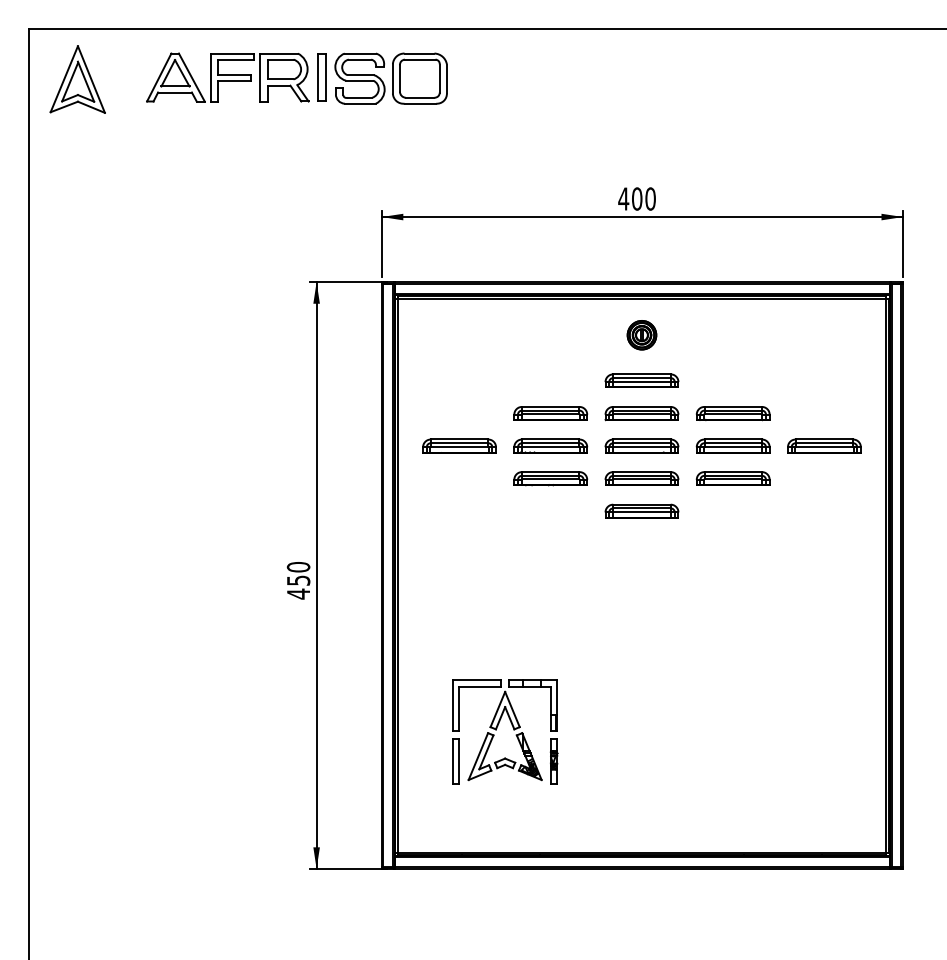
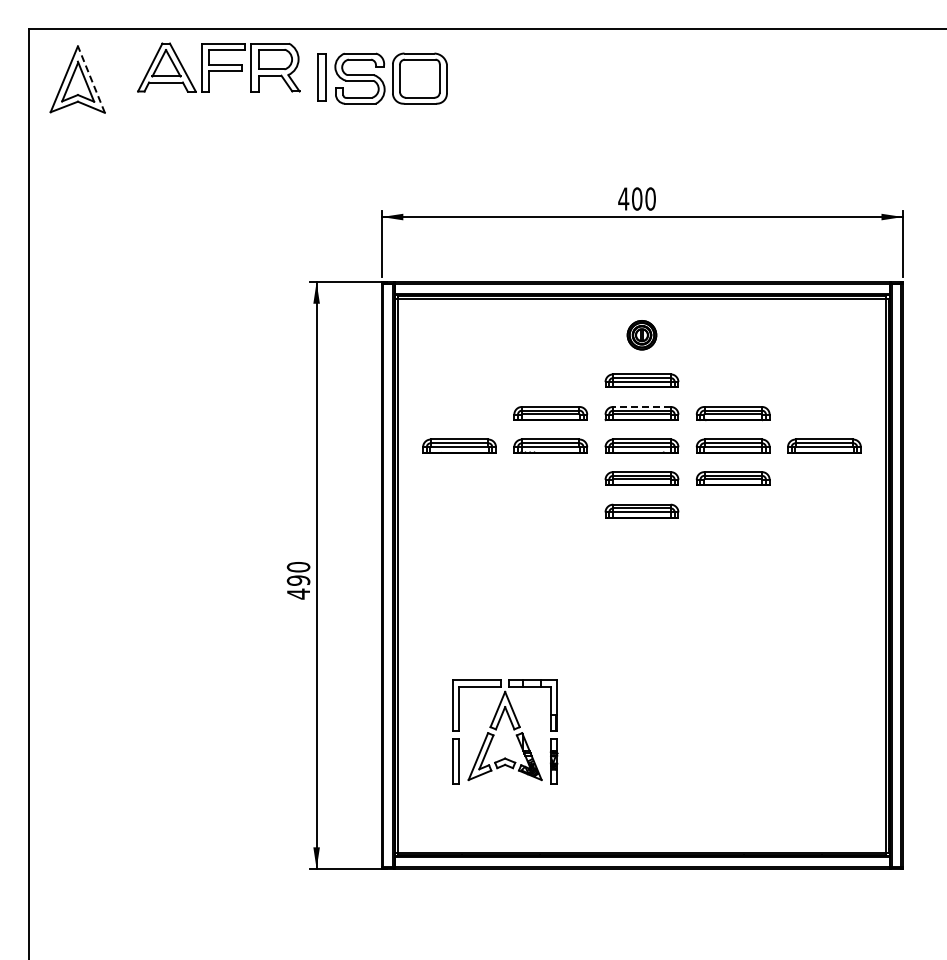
part at (227, 77) position: (227, 77) -> (218, 67)
line at (91, 79): solid -> dashed
line at (641, 406): solid -> dashed
part at (550, 478): present -> none
text at (297, 580): 450 -> 490
